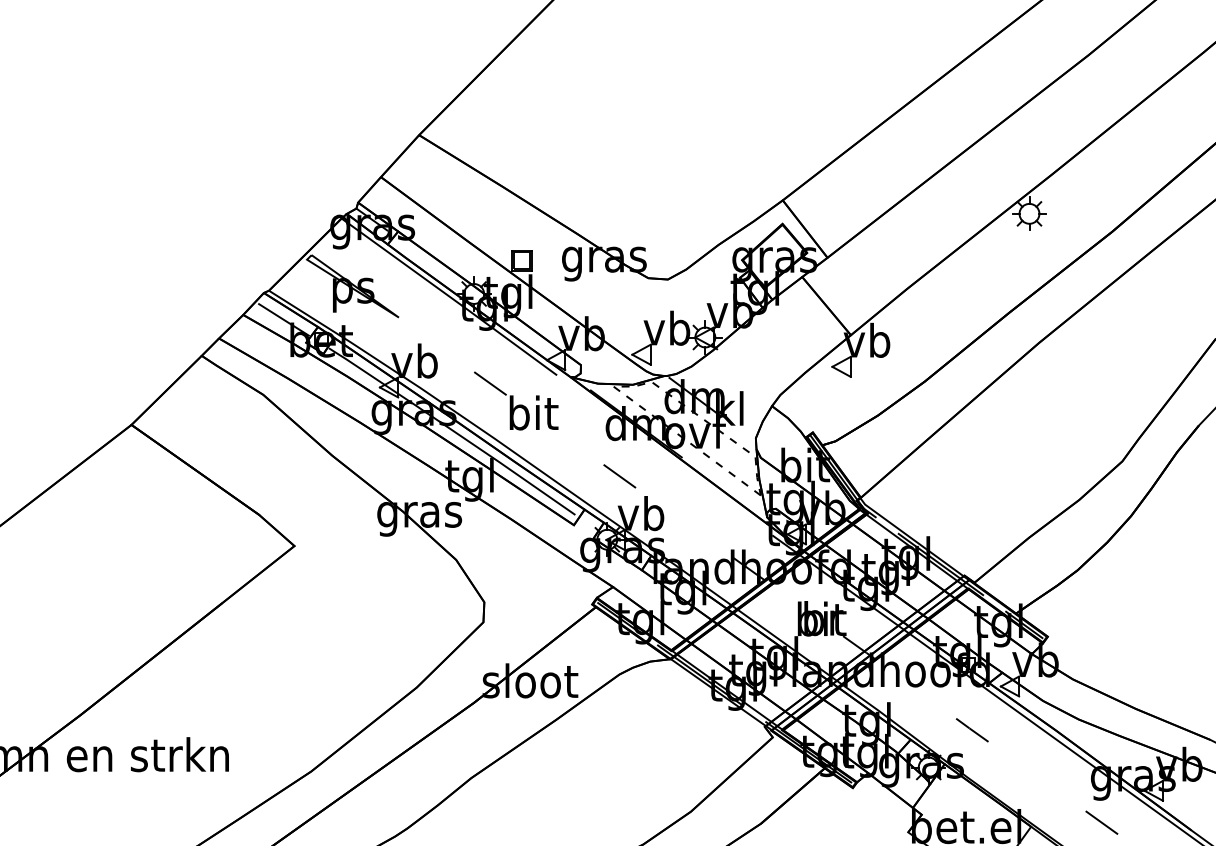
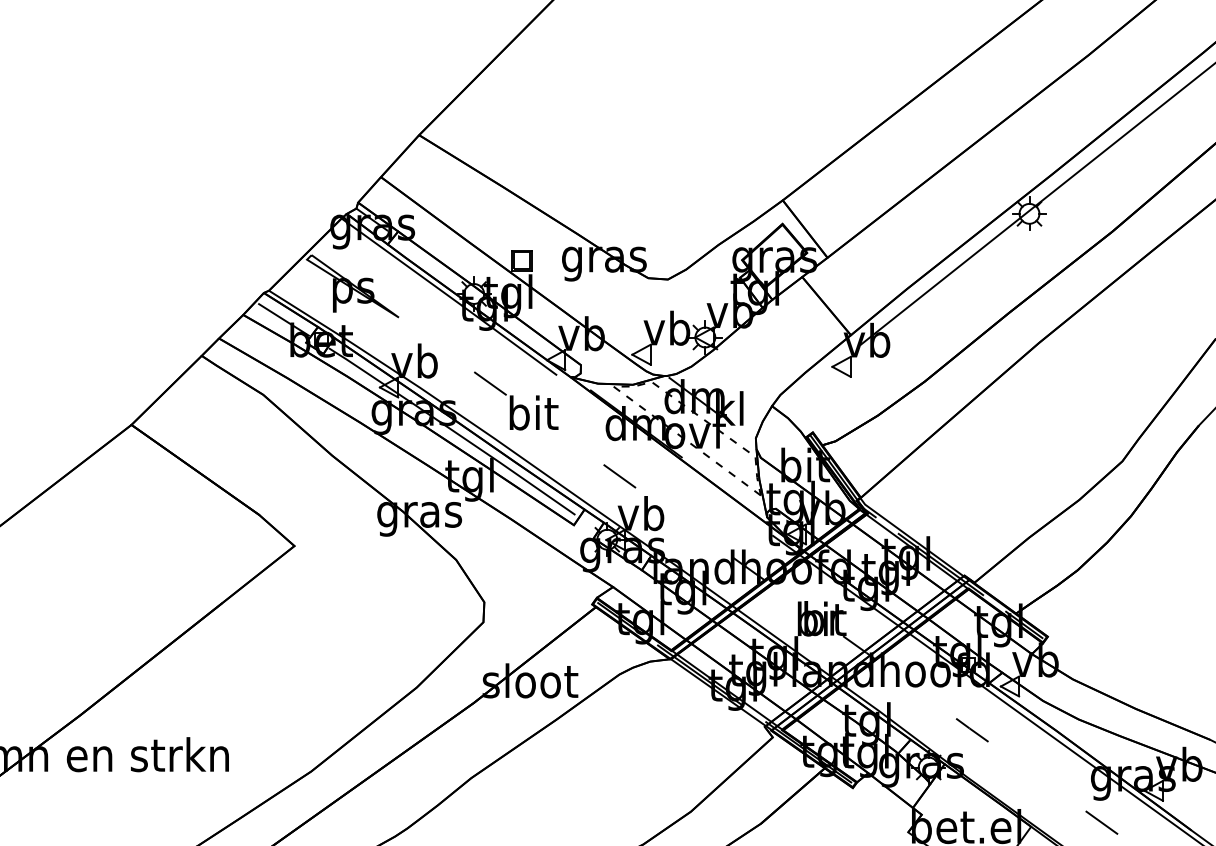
line at (1036, 204): none -> present
